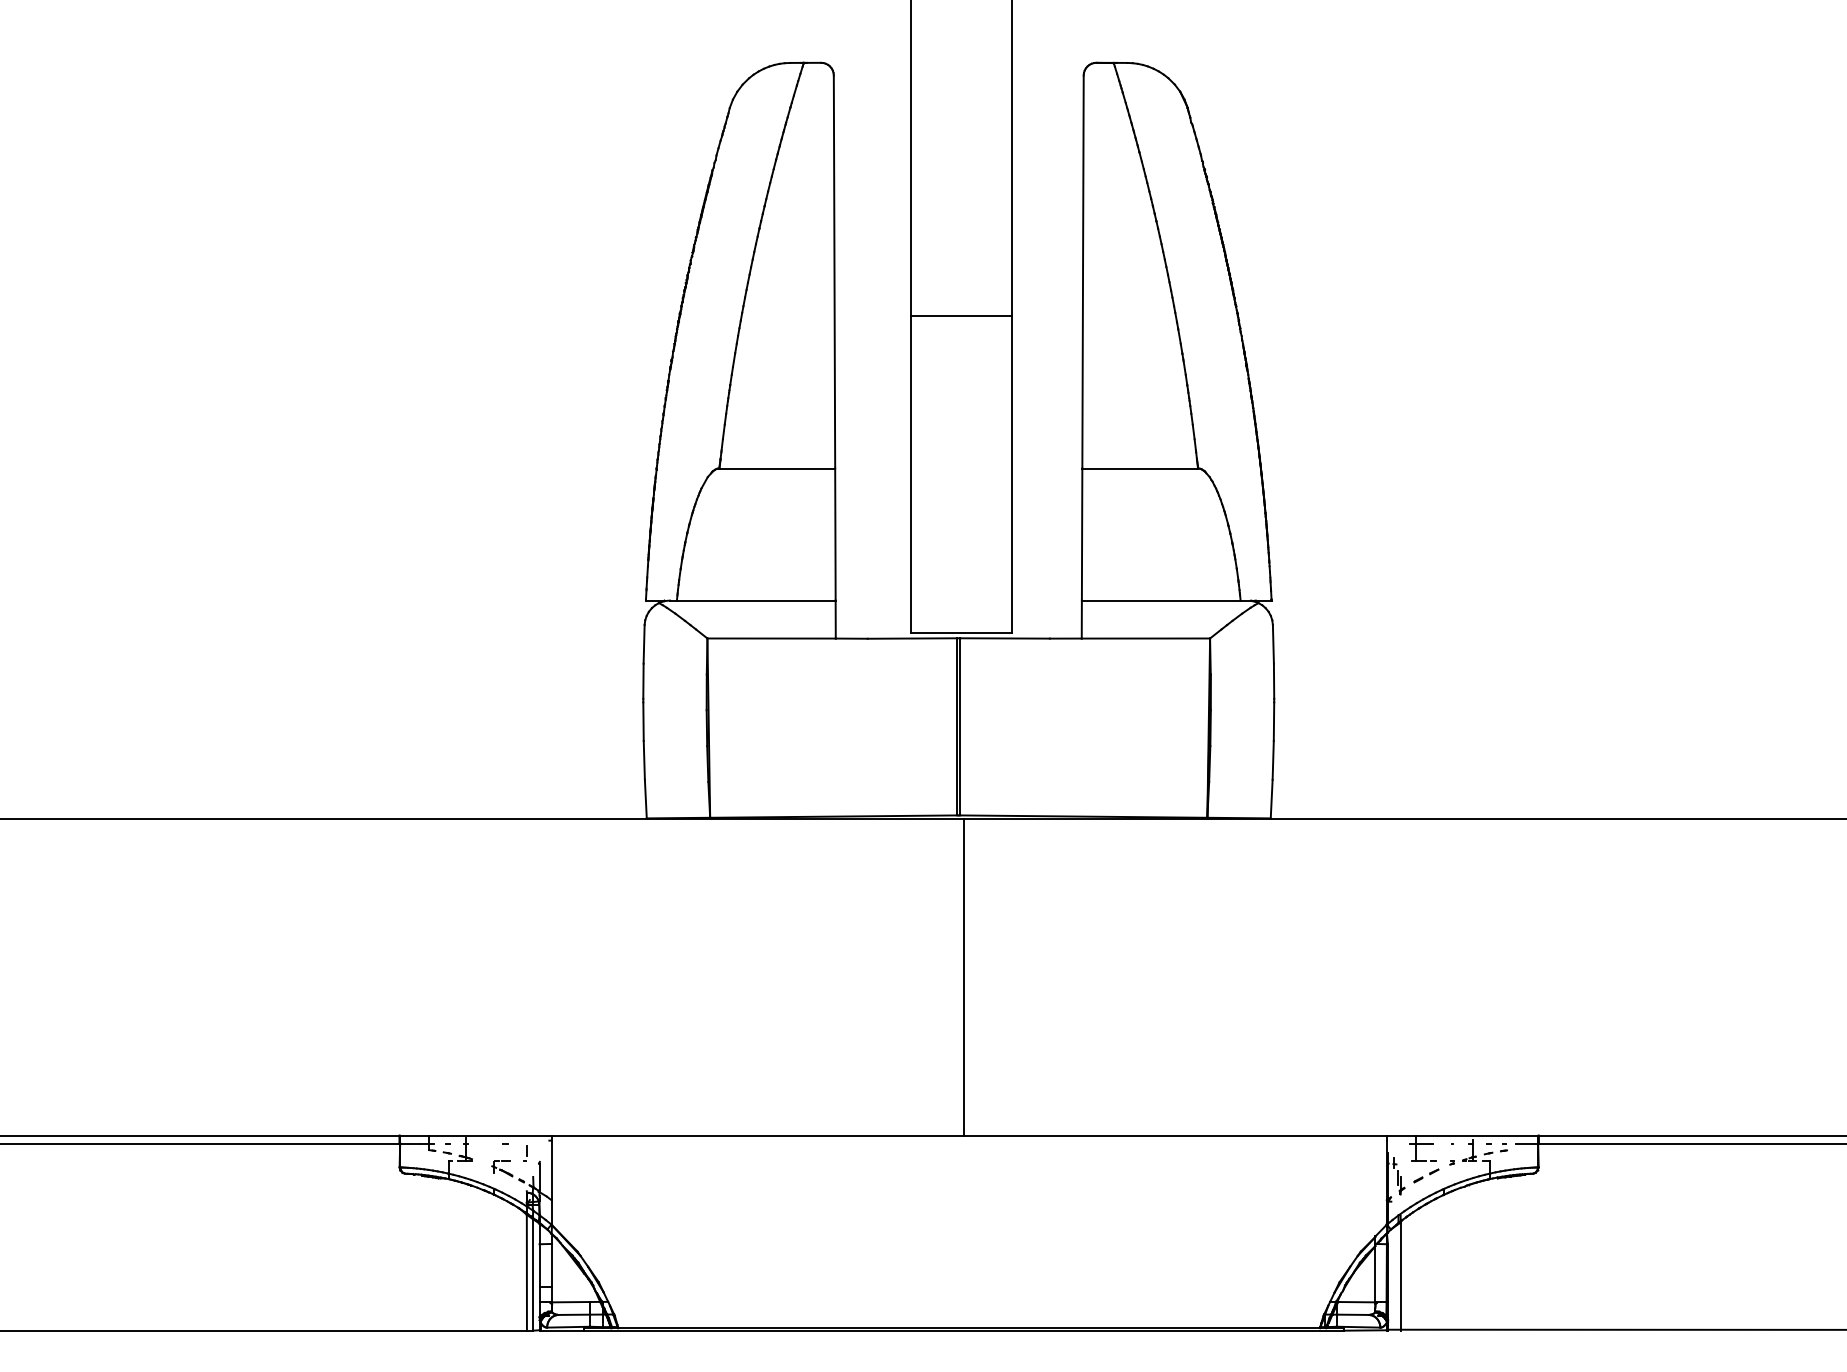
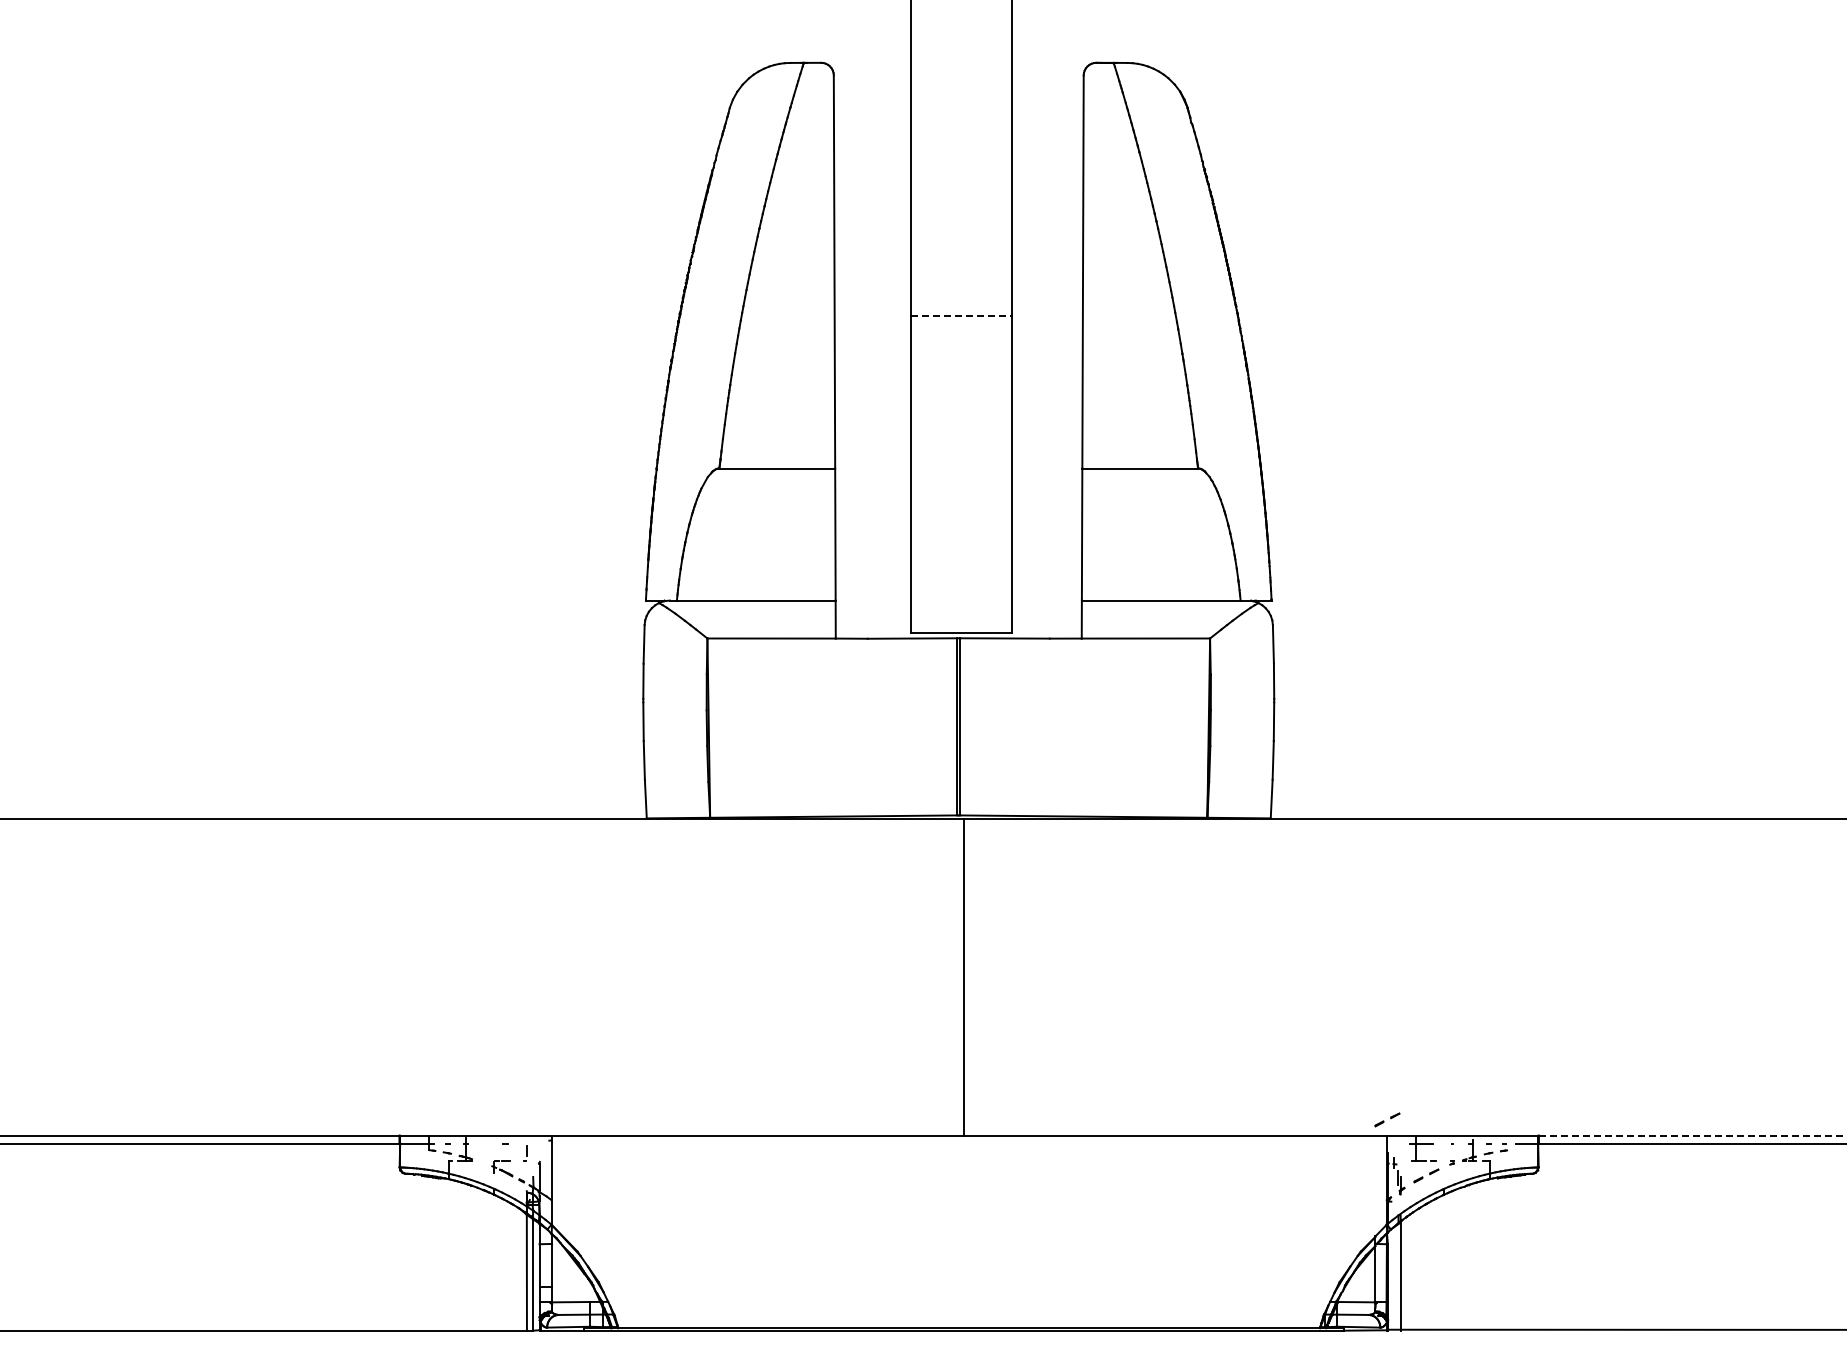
line at (961, 316): solid -> dashed
part at (1387, 1119): none -> present
line at (1692, 1135): solid -> dashed
